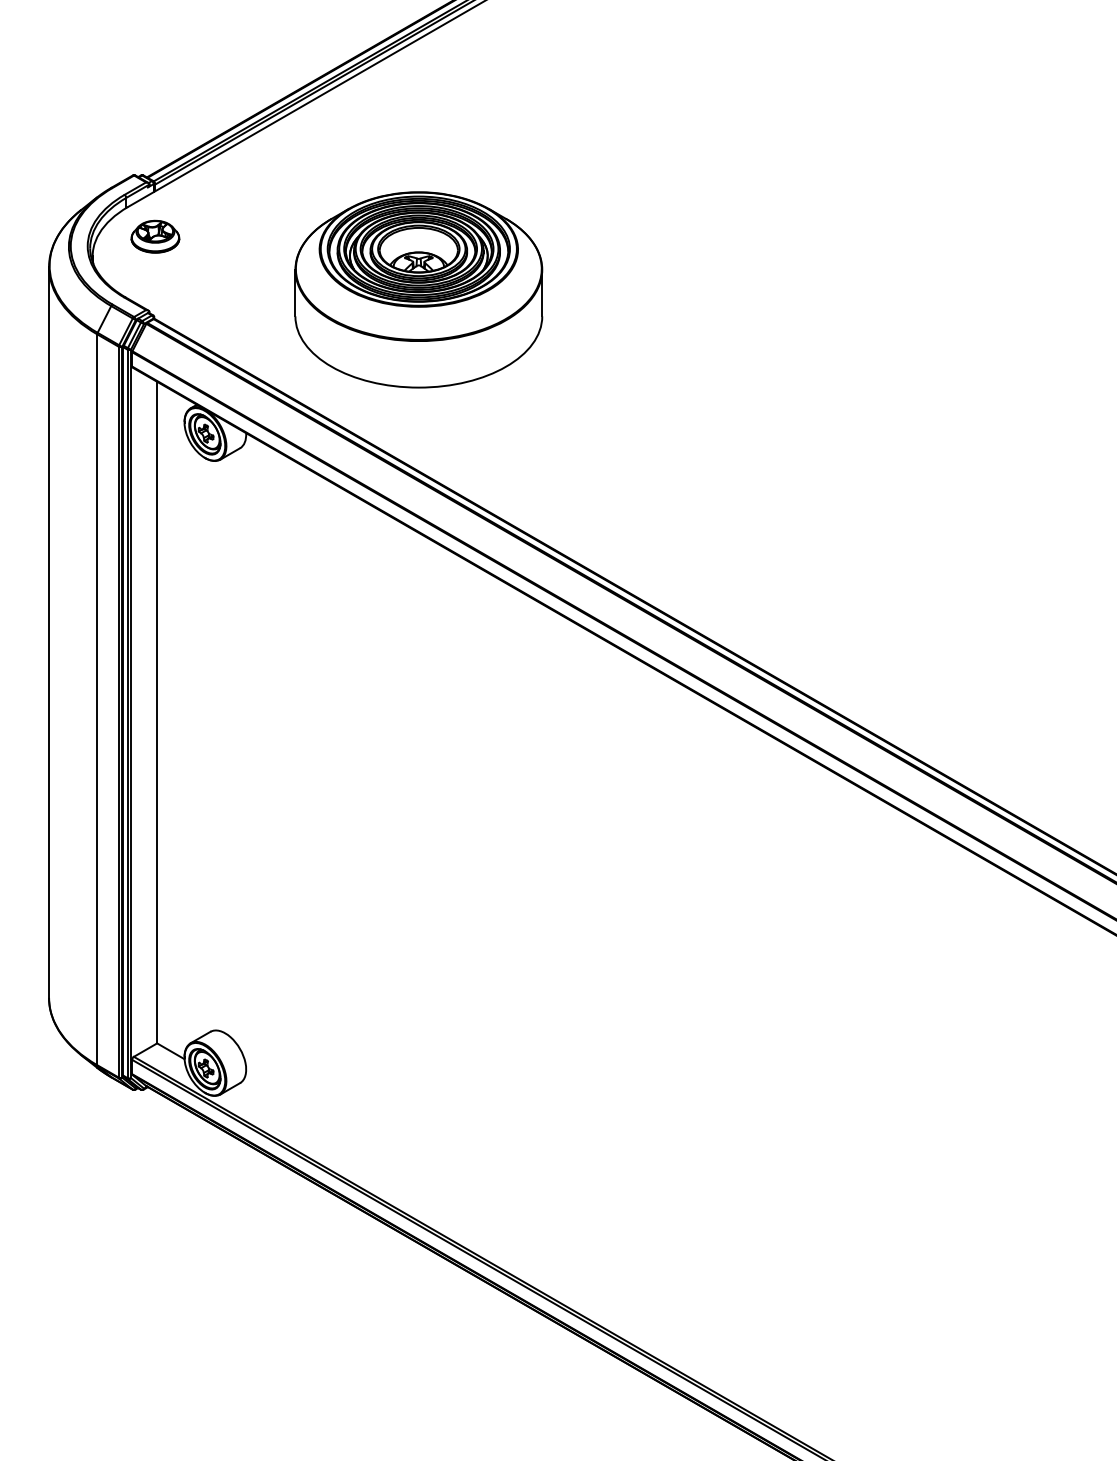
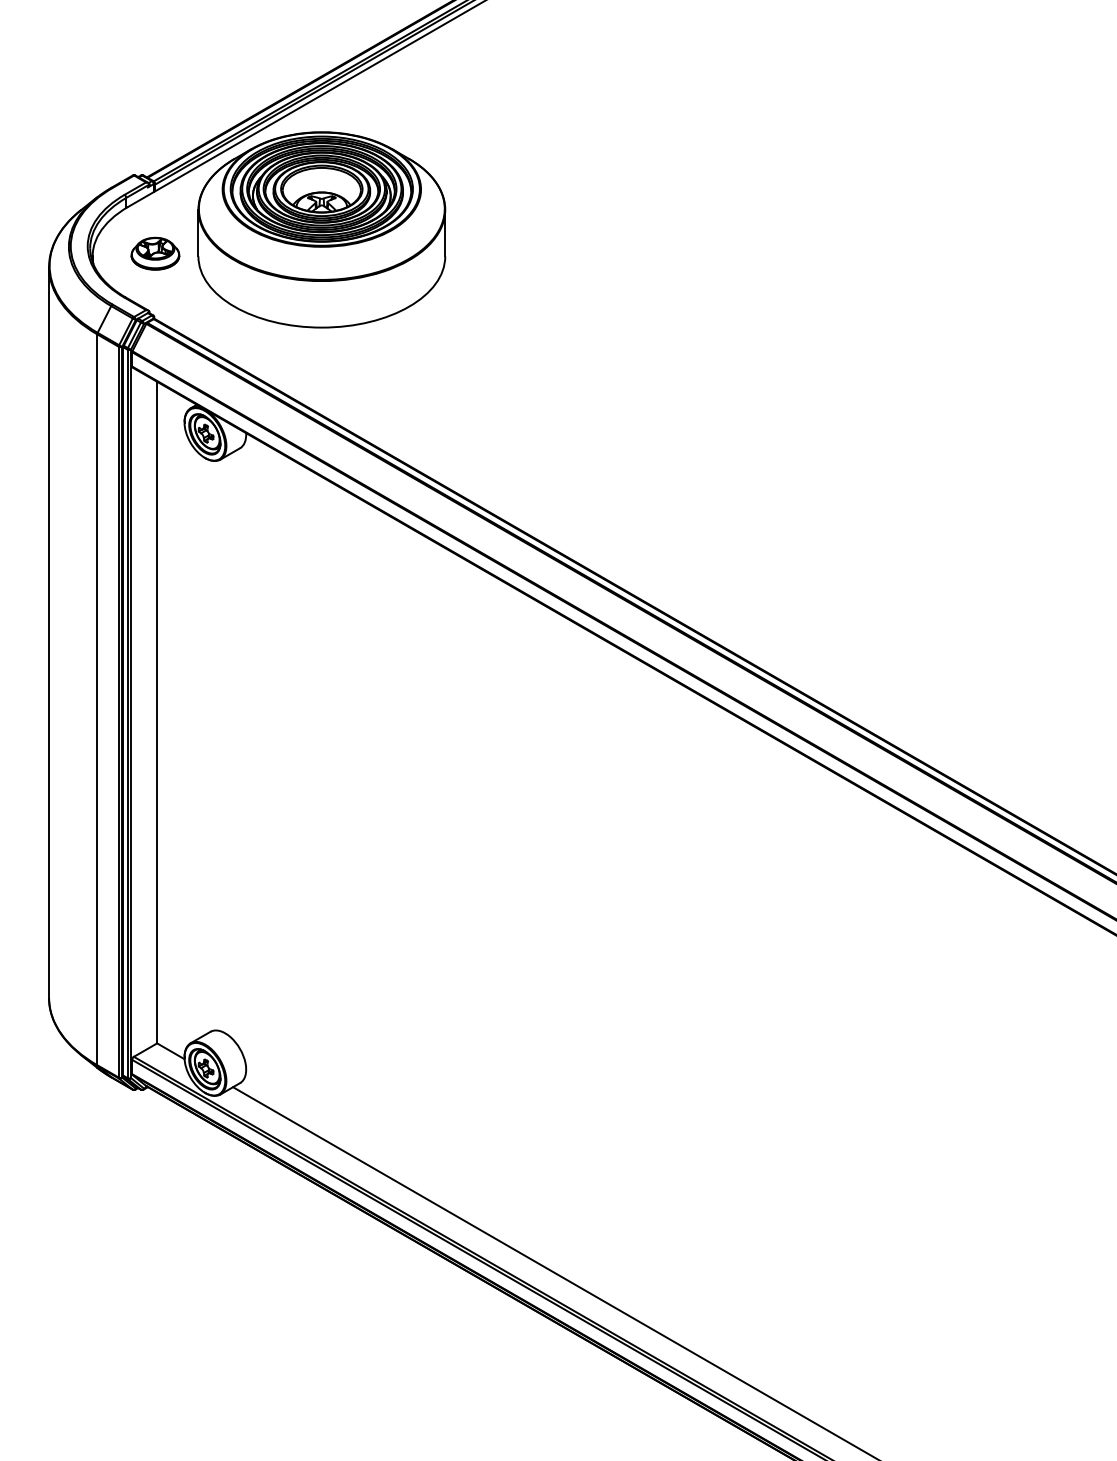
part at (155, 236) position: (155, 236) -> (155, 253)
part at (418, 289) position: (418, 289) -> (321, 229)
line at (553, 1272): none -> present
